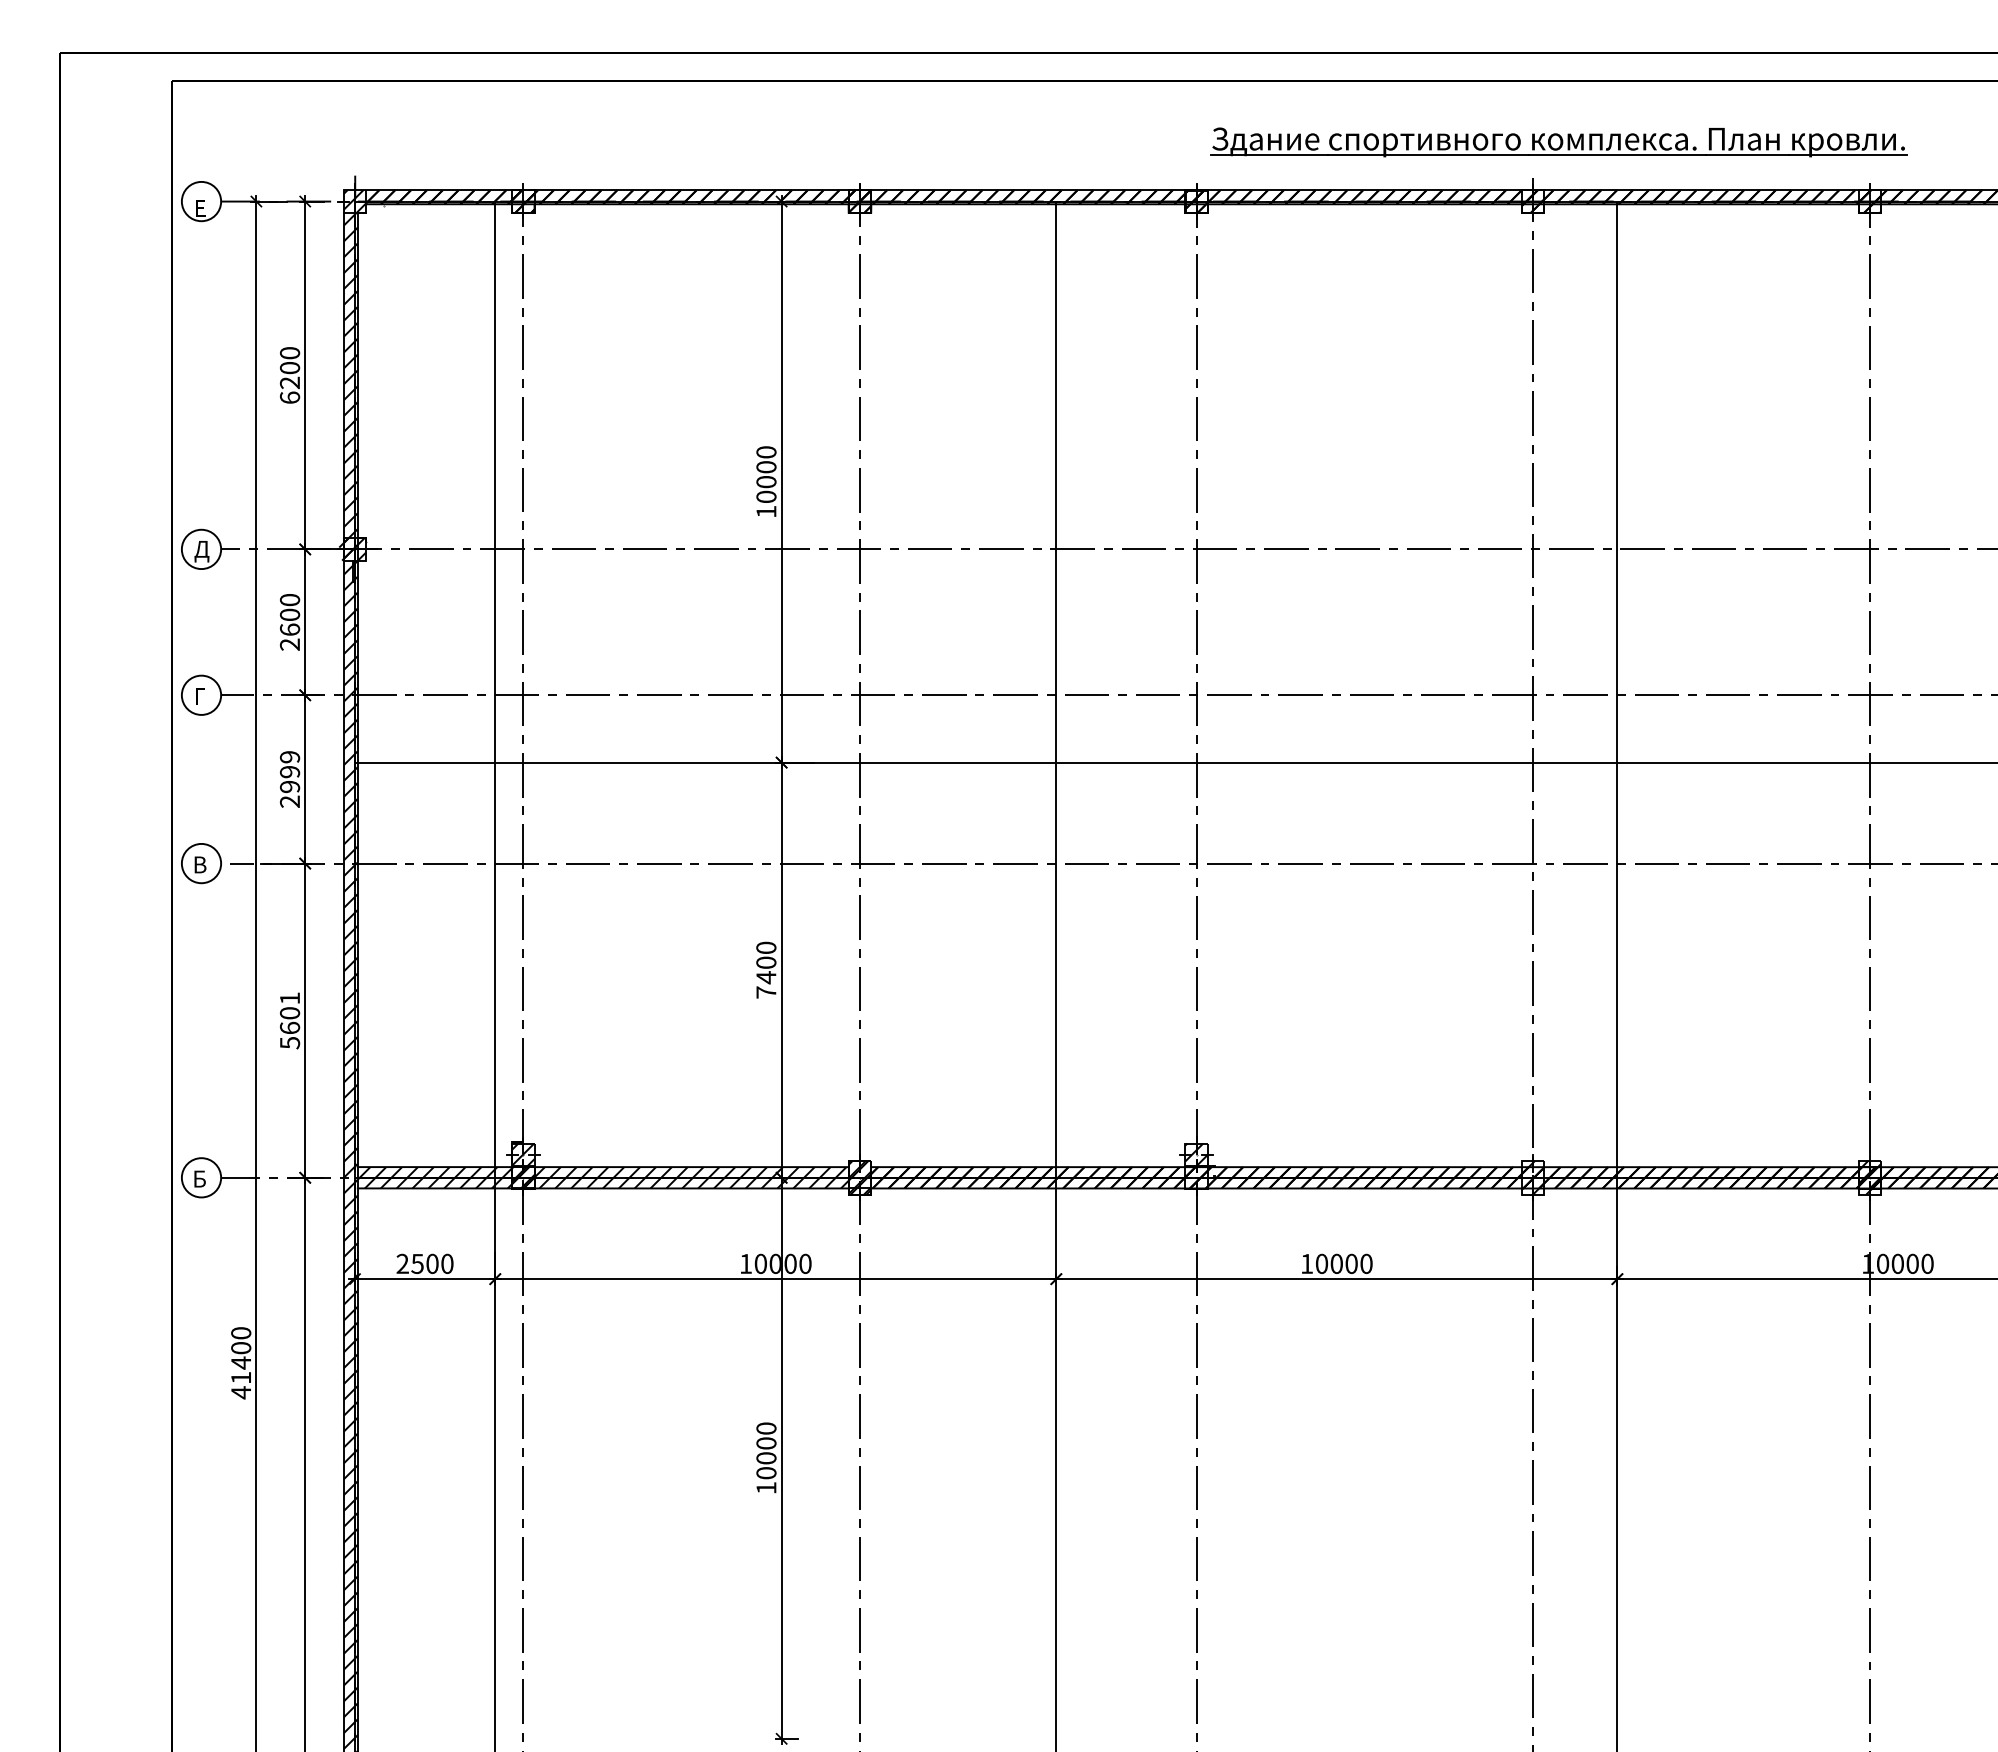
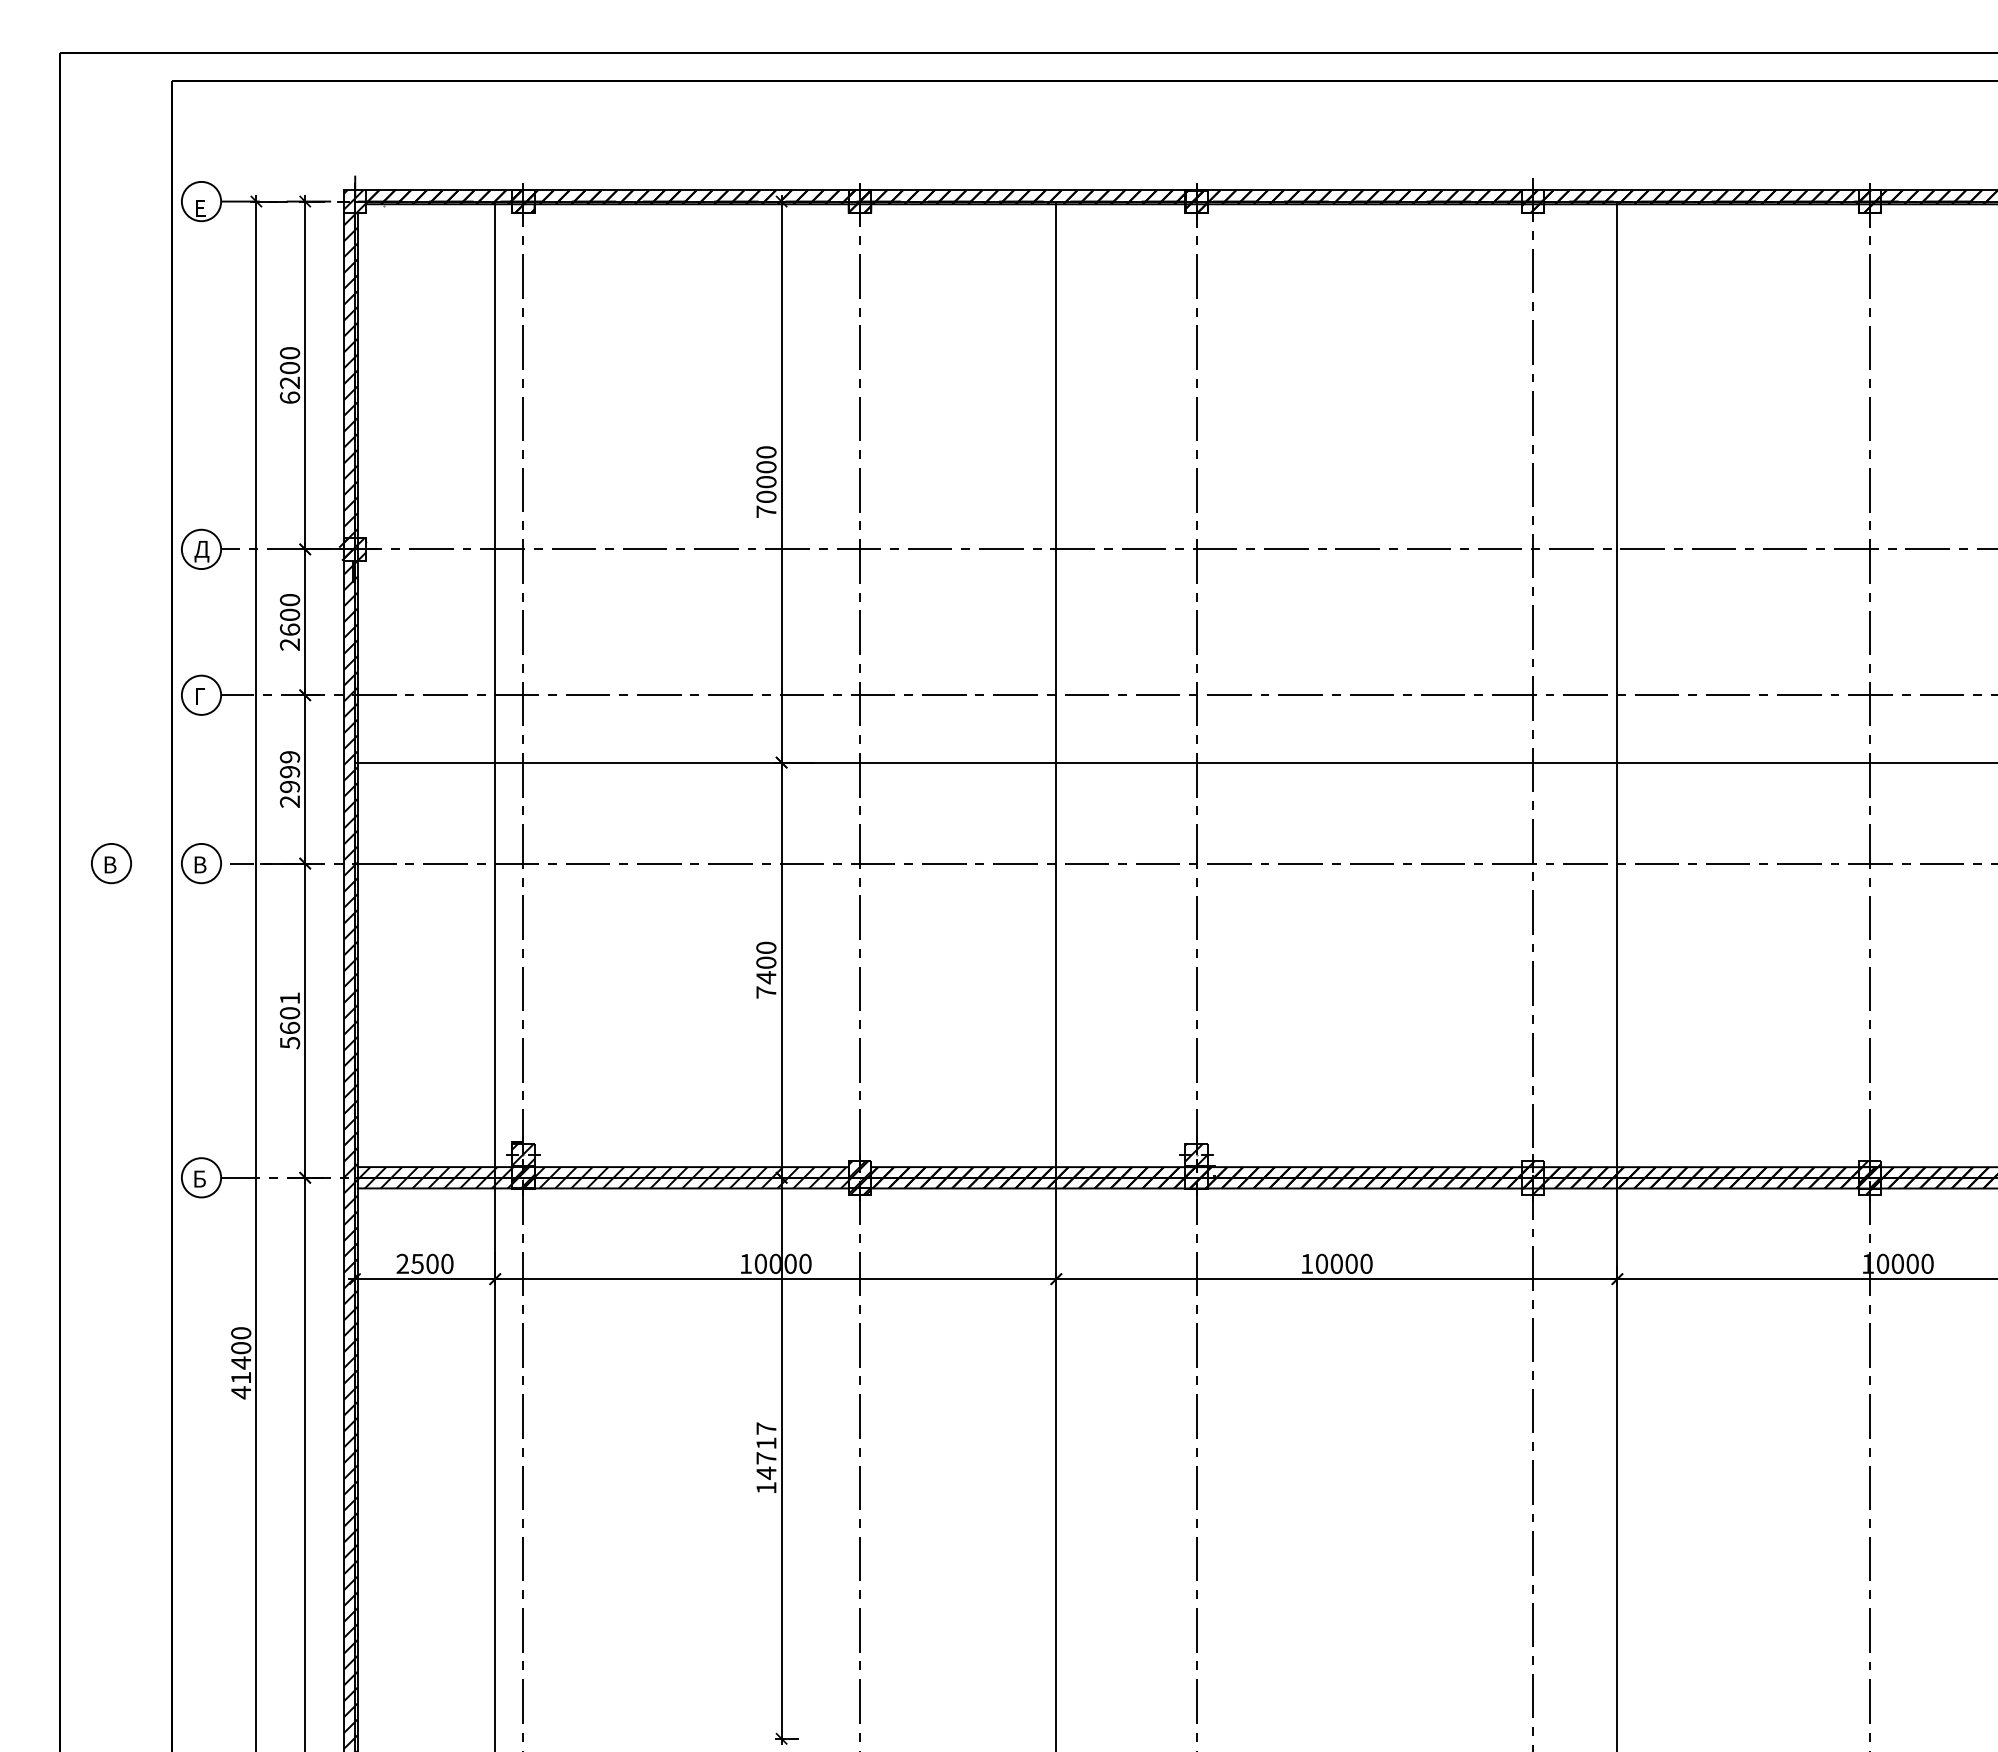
part at (1558, 142): present -> none
text at (766, 511): 10000 -> 70000
part at (111, 863): none -> present
text at (766, 1450): 10000 -> 14717
